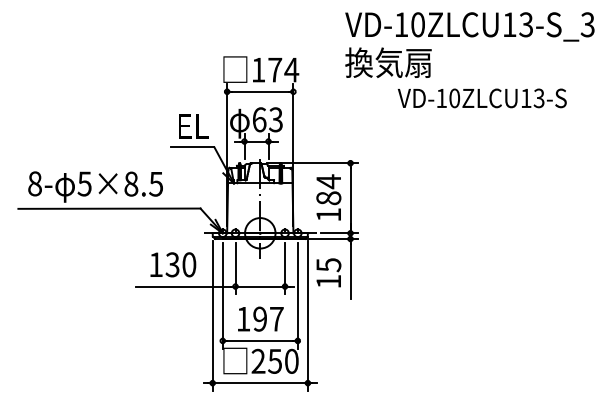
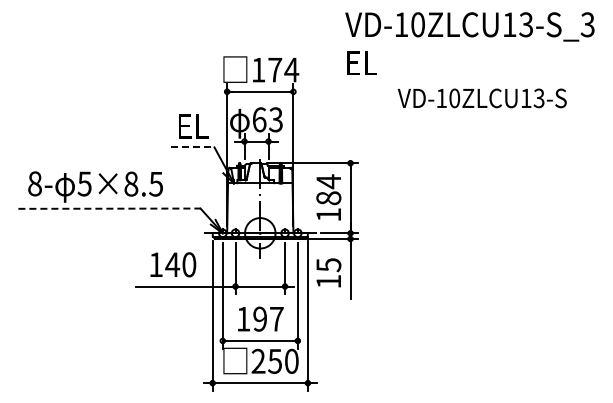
text at (388, 62): 換気扇 -> EL
line at (192, 147): solid -> dashed
line at (109, 208): solid -> dashed
text at (172, 264): 130 -> 140
